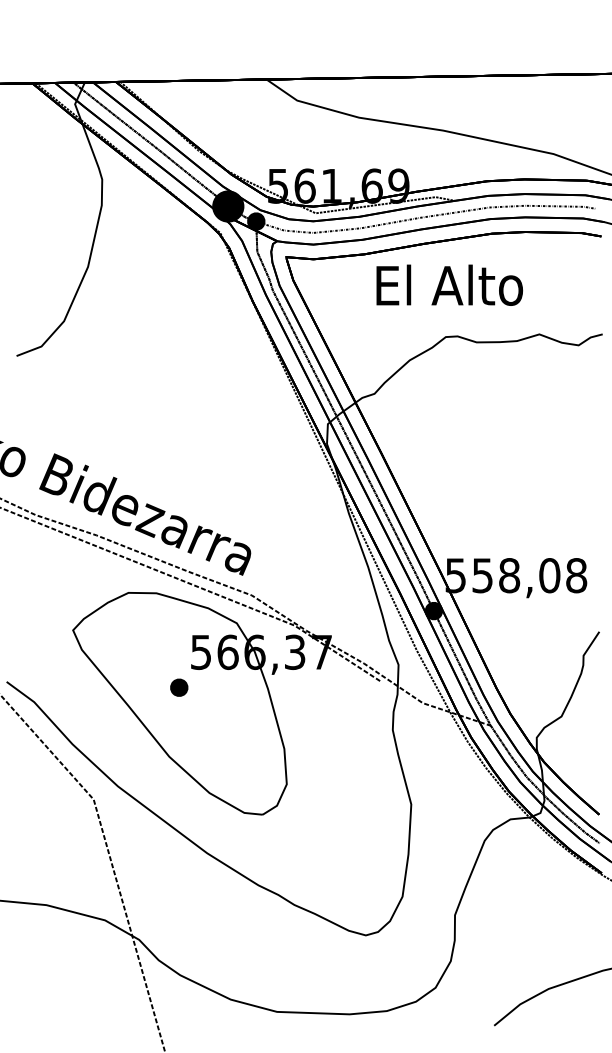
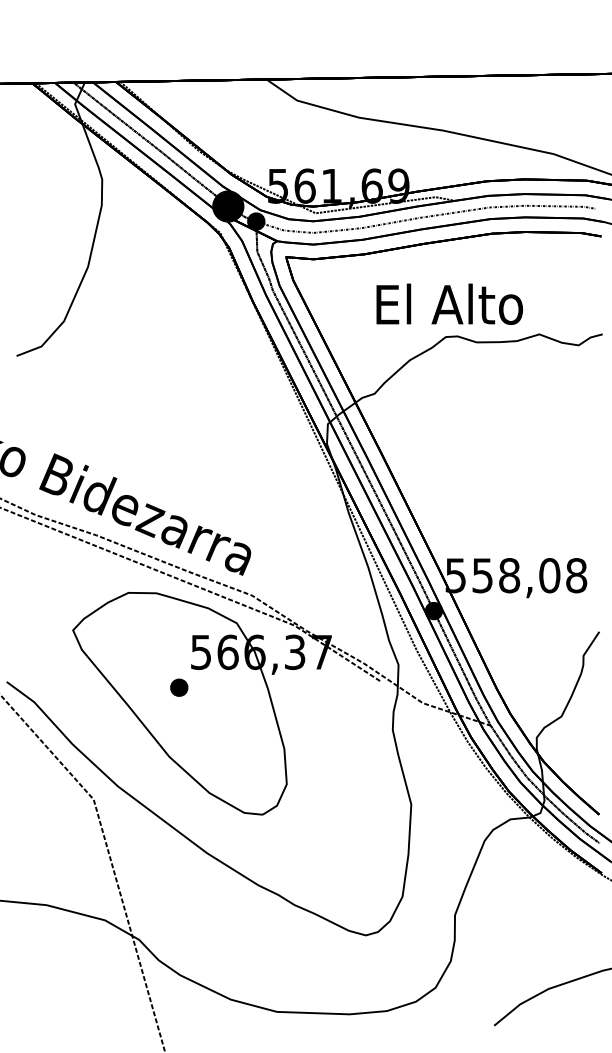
text at (449, 284) position: (449, 284) -> (449, 303)
